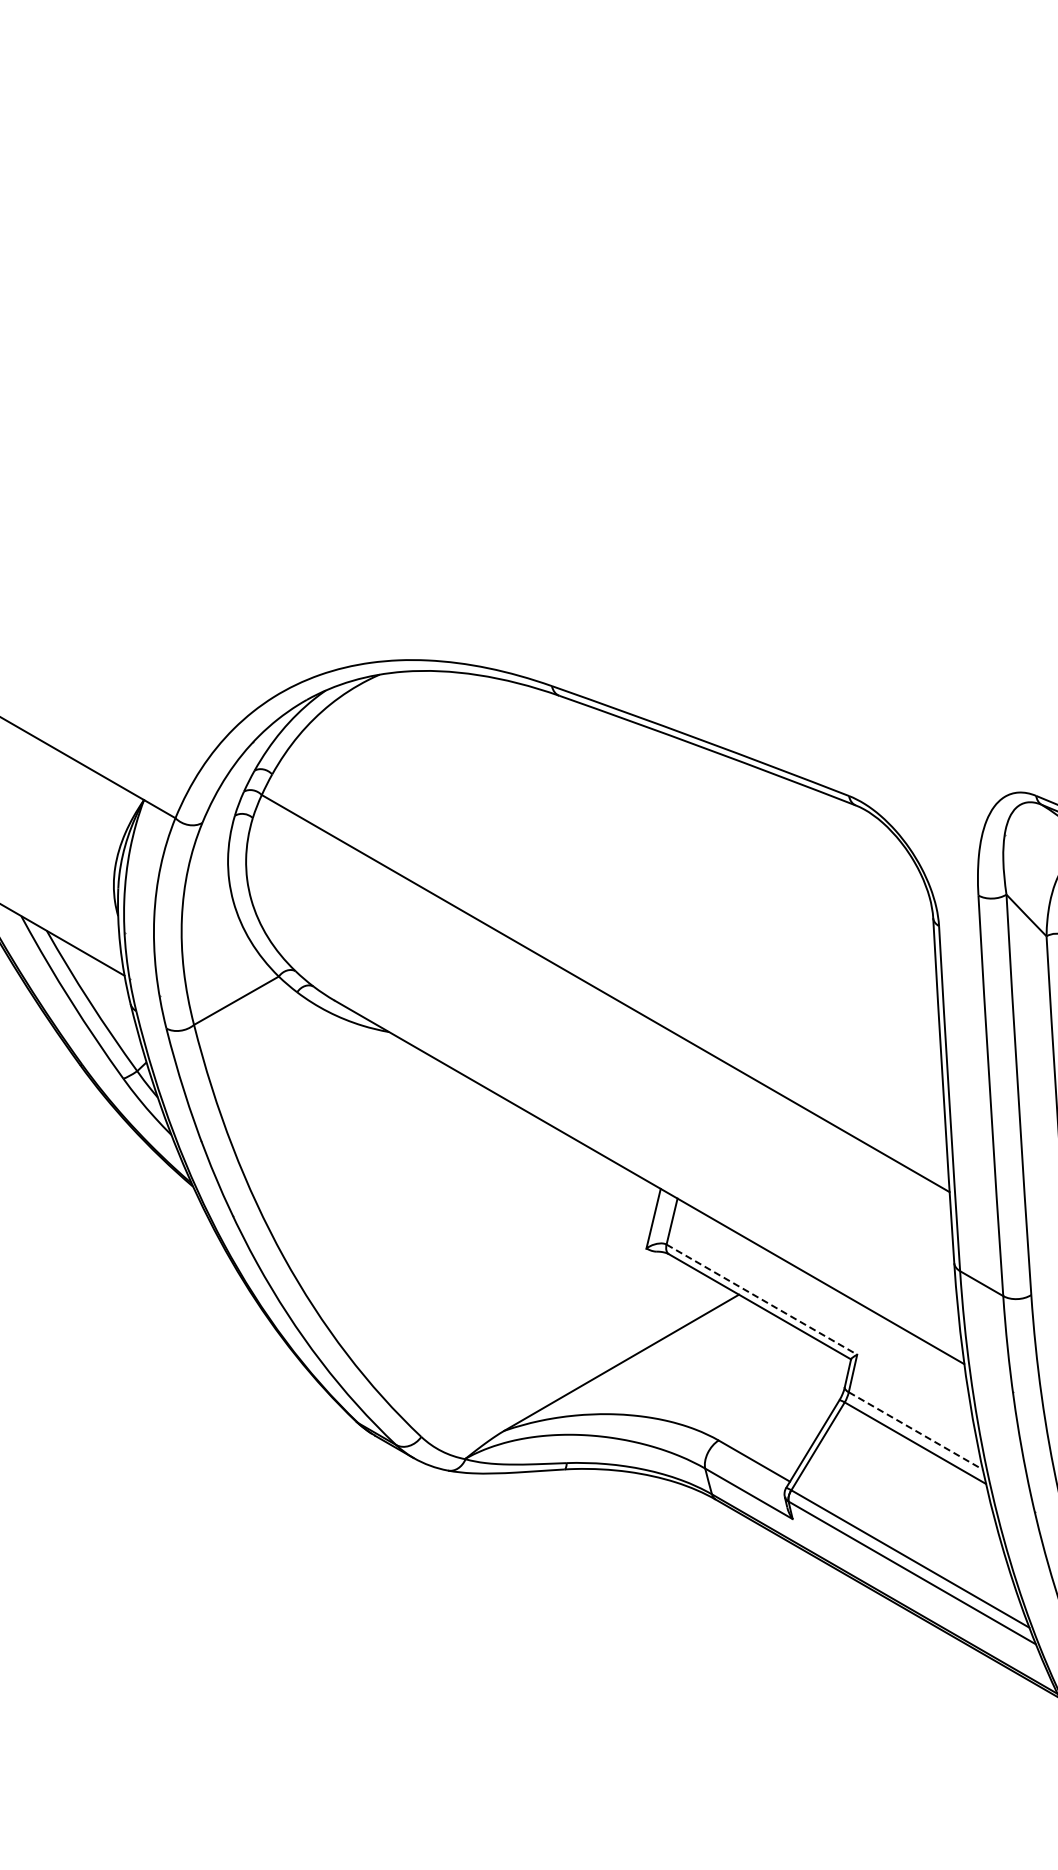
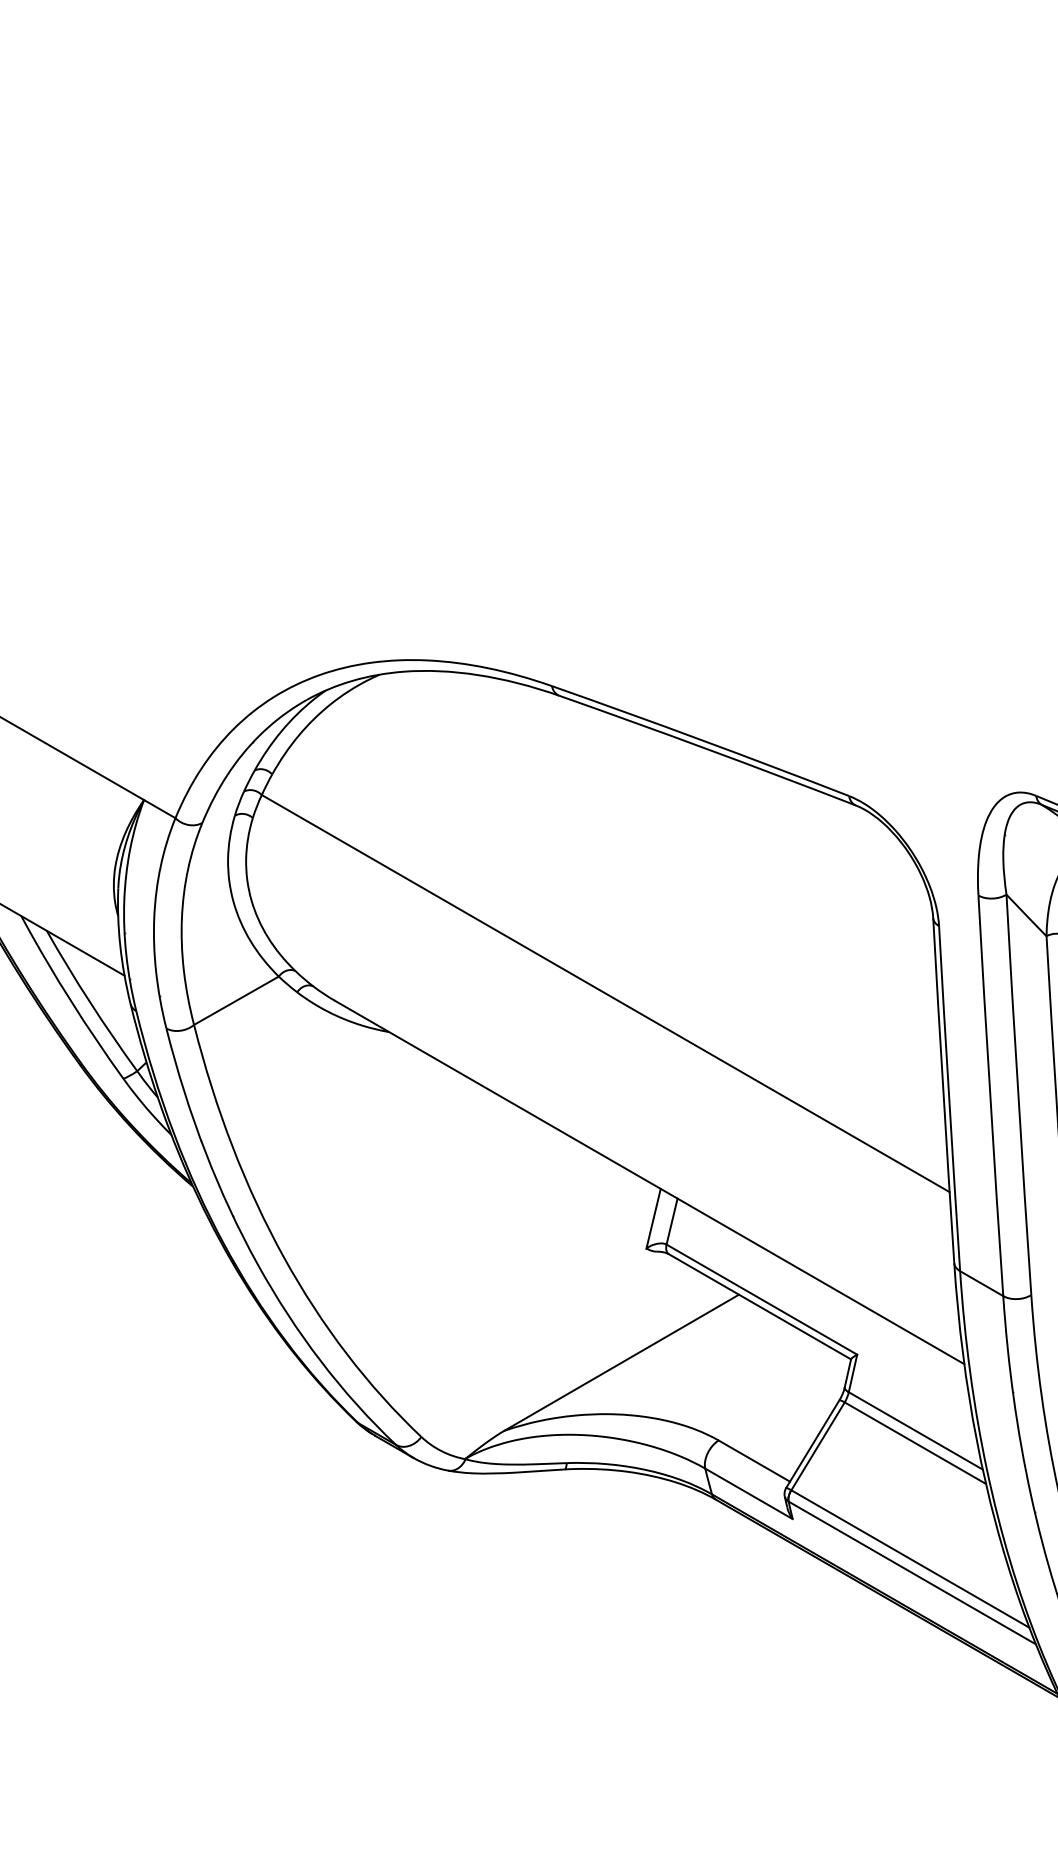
line at (762, 1299): dashed -> solid
line at (916, 1431): dashed -> solid
